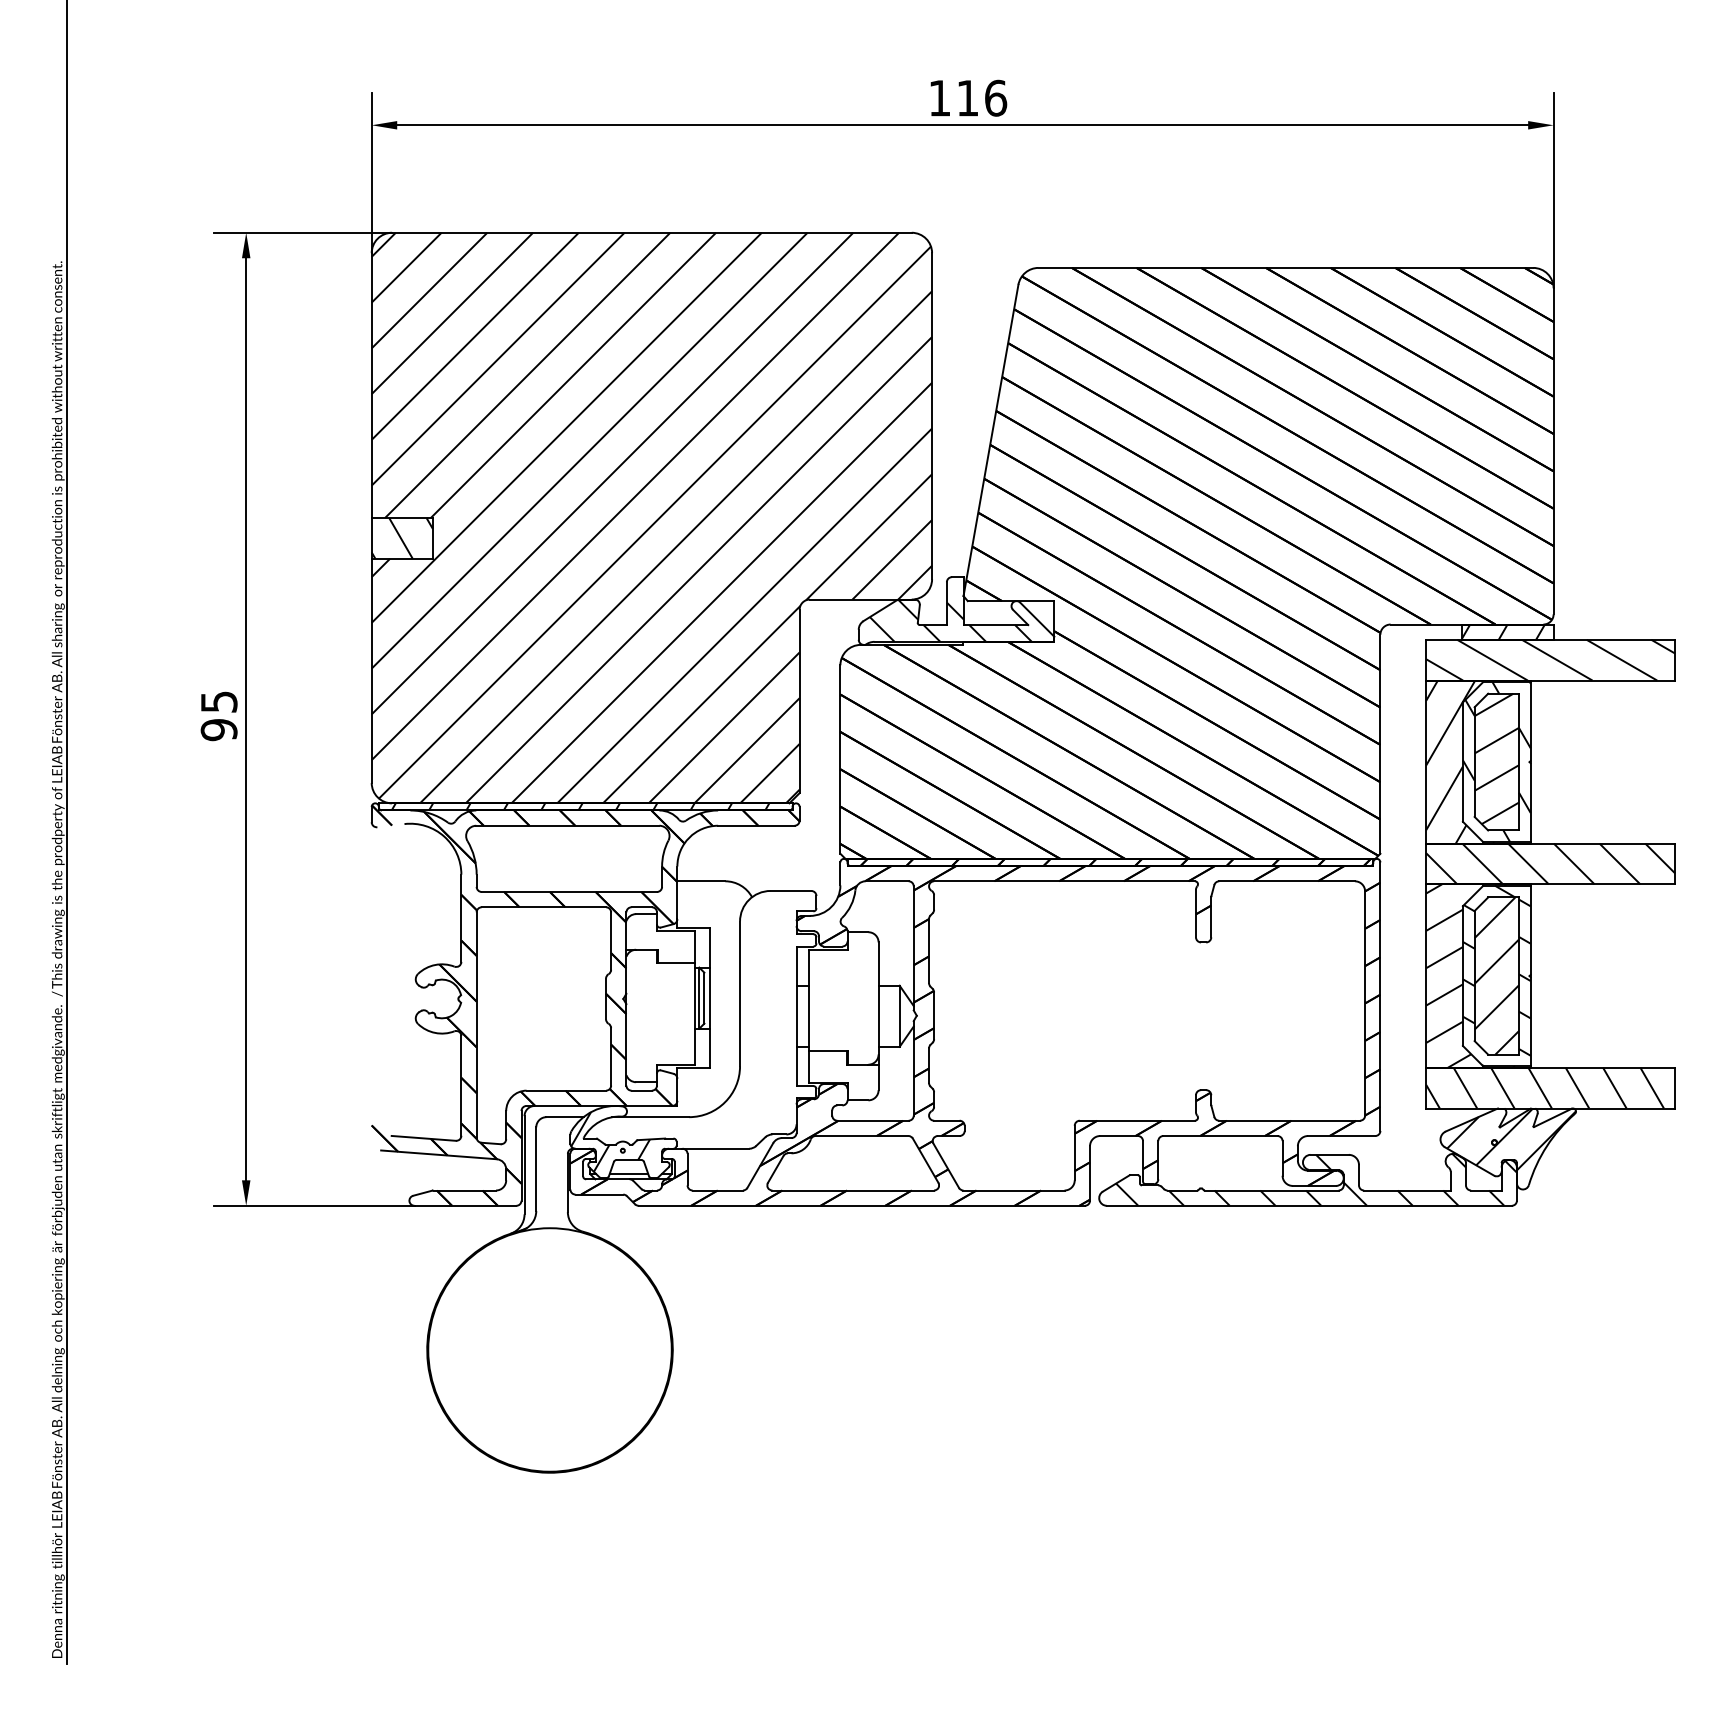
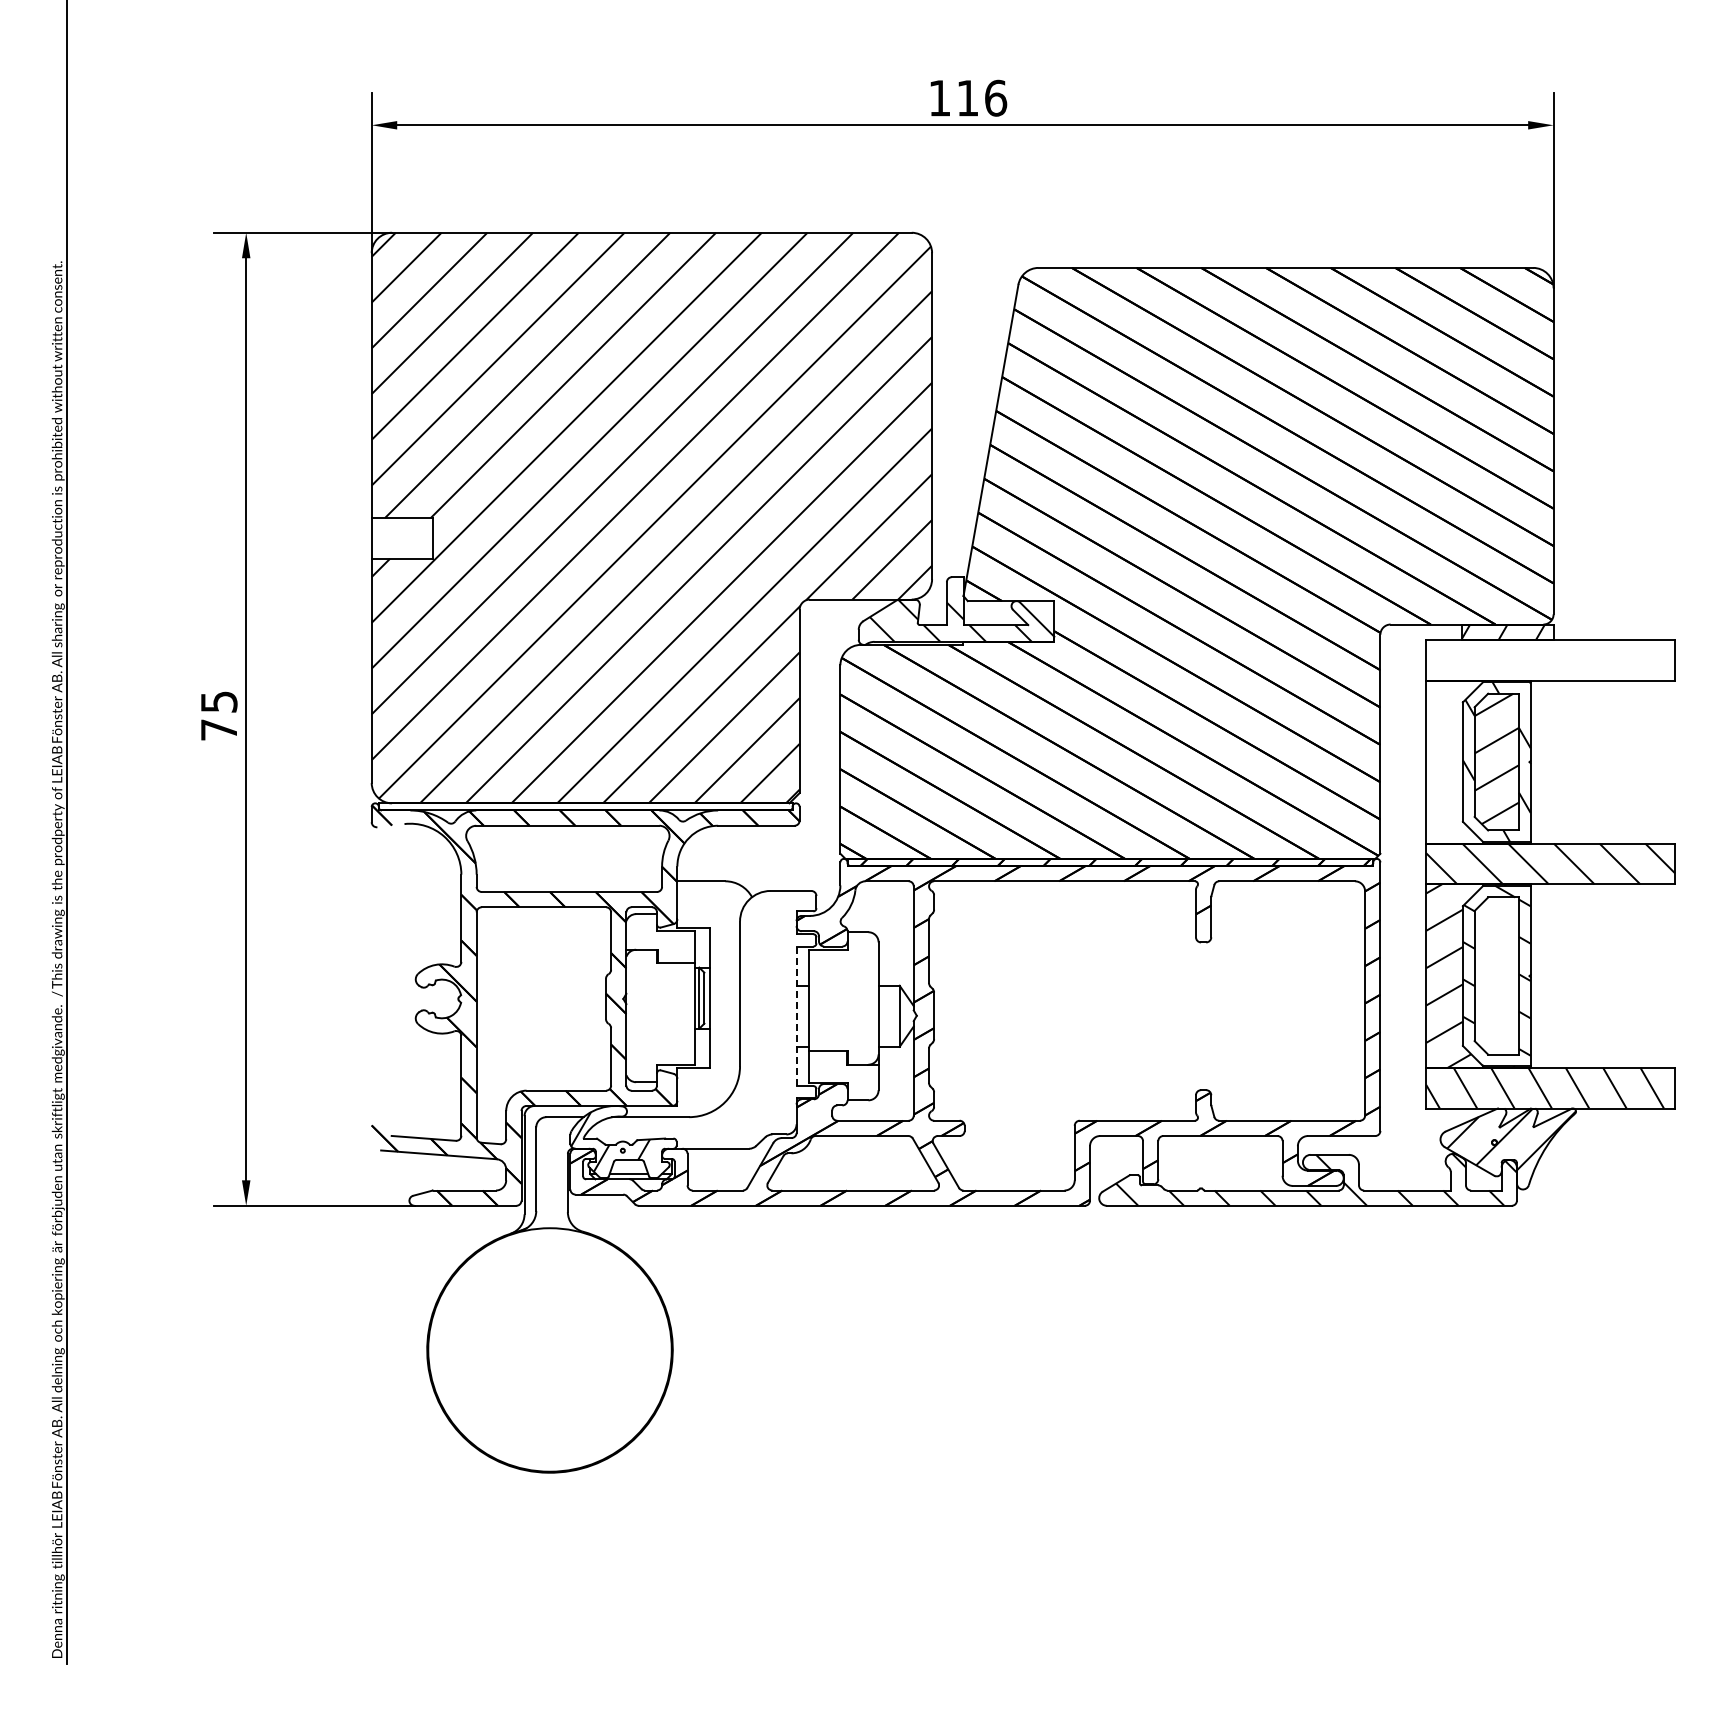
hatch at (401, 538): present -> none
hatch at (1550, 659): present -> none
text at (218, 730): 95 -> 75
hatch at (1478, 761): present -> none
hatch at (580, 806): present -> none
hatch at (1496, 975): present -> none
line at (796, 1016): solid -> dashed
